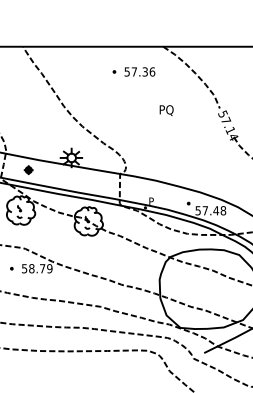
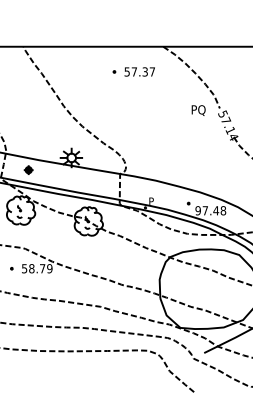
text at (152, 71): 57.36 -> 57.37
text at (166, 110) position: (166, 110) -> (198, 110)
text at (197, 210): 57.48 -> 97.48
